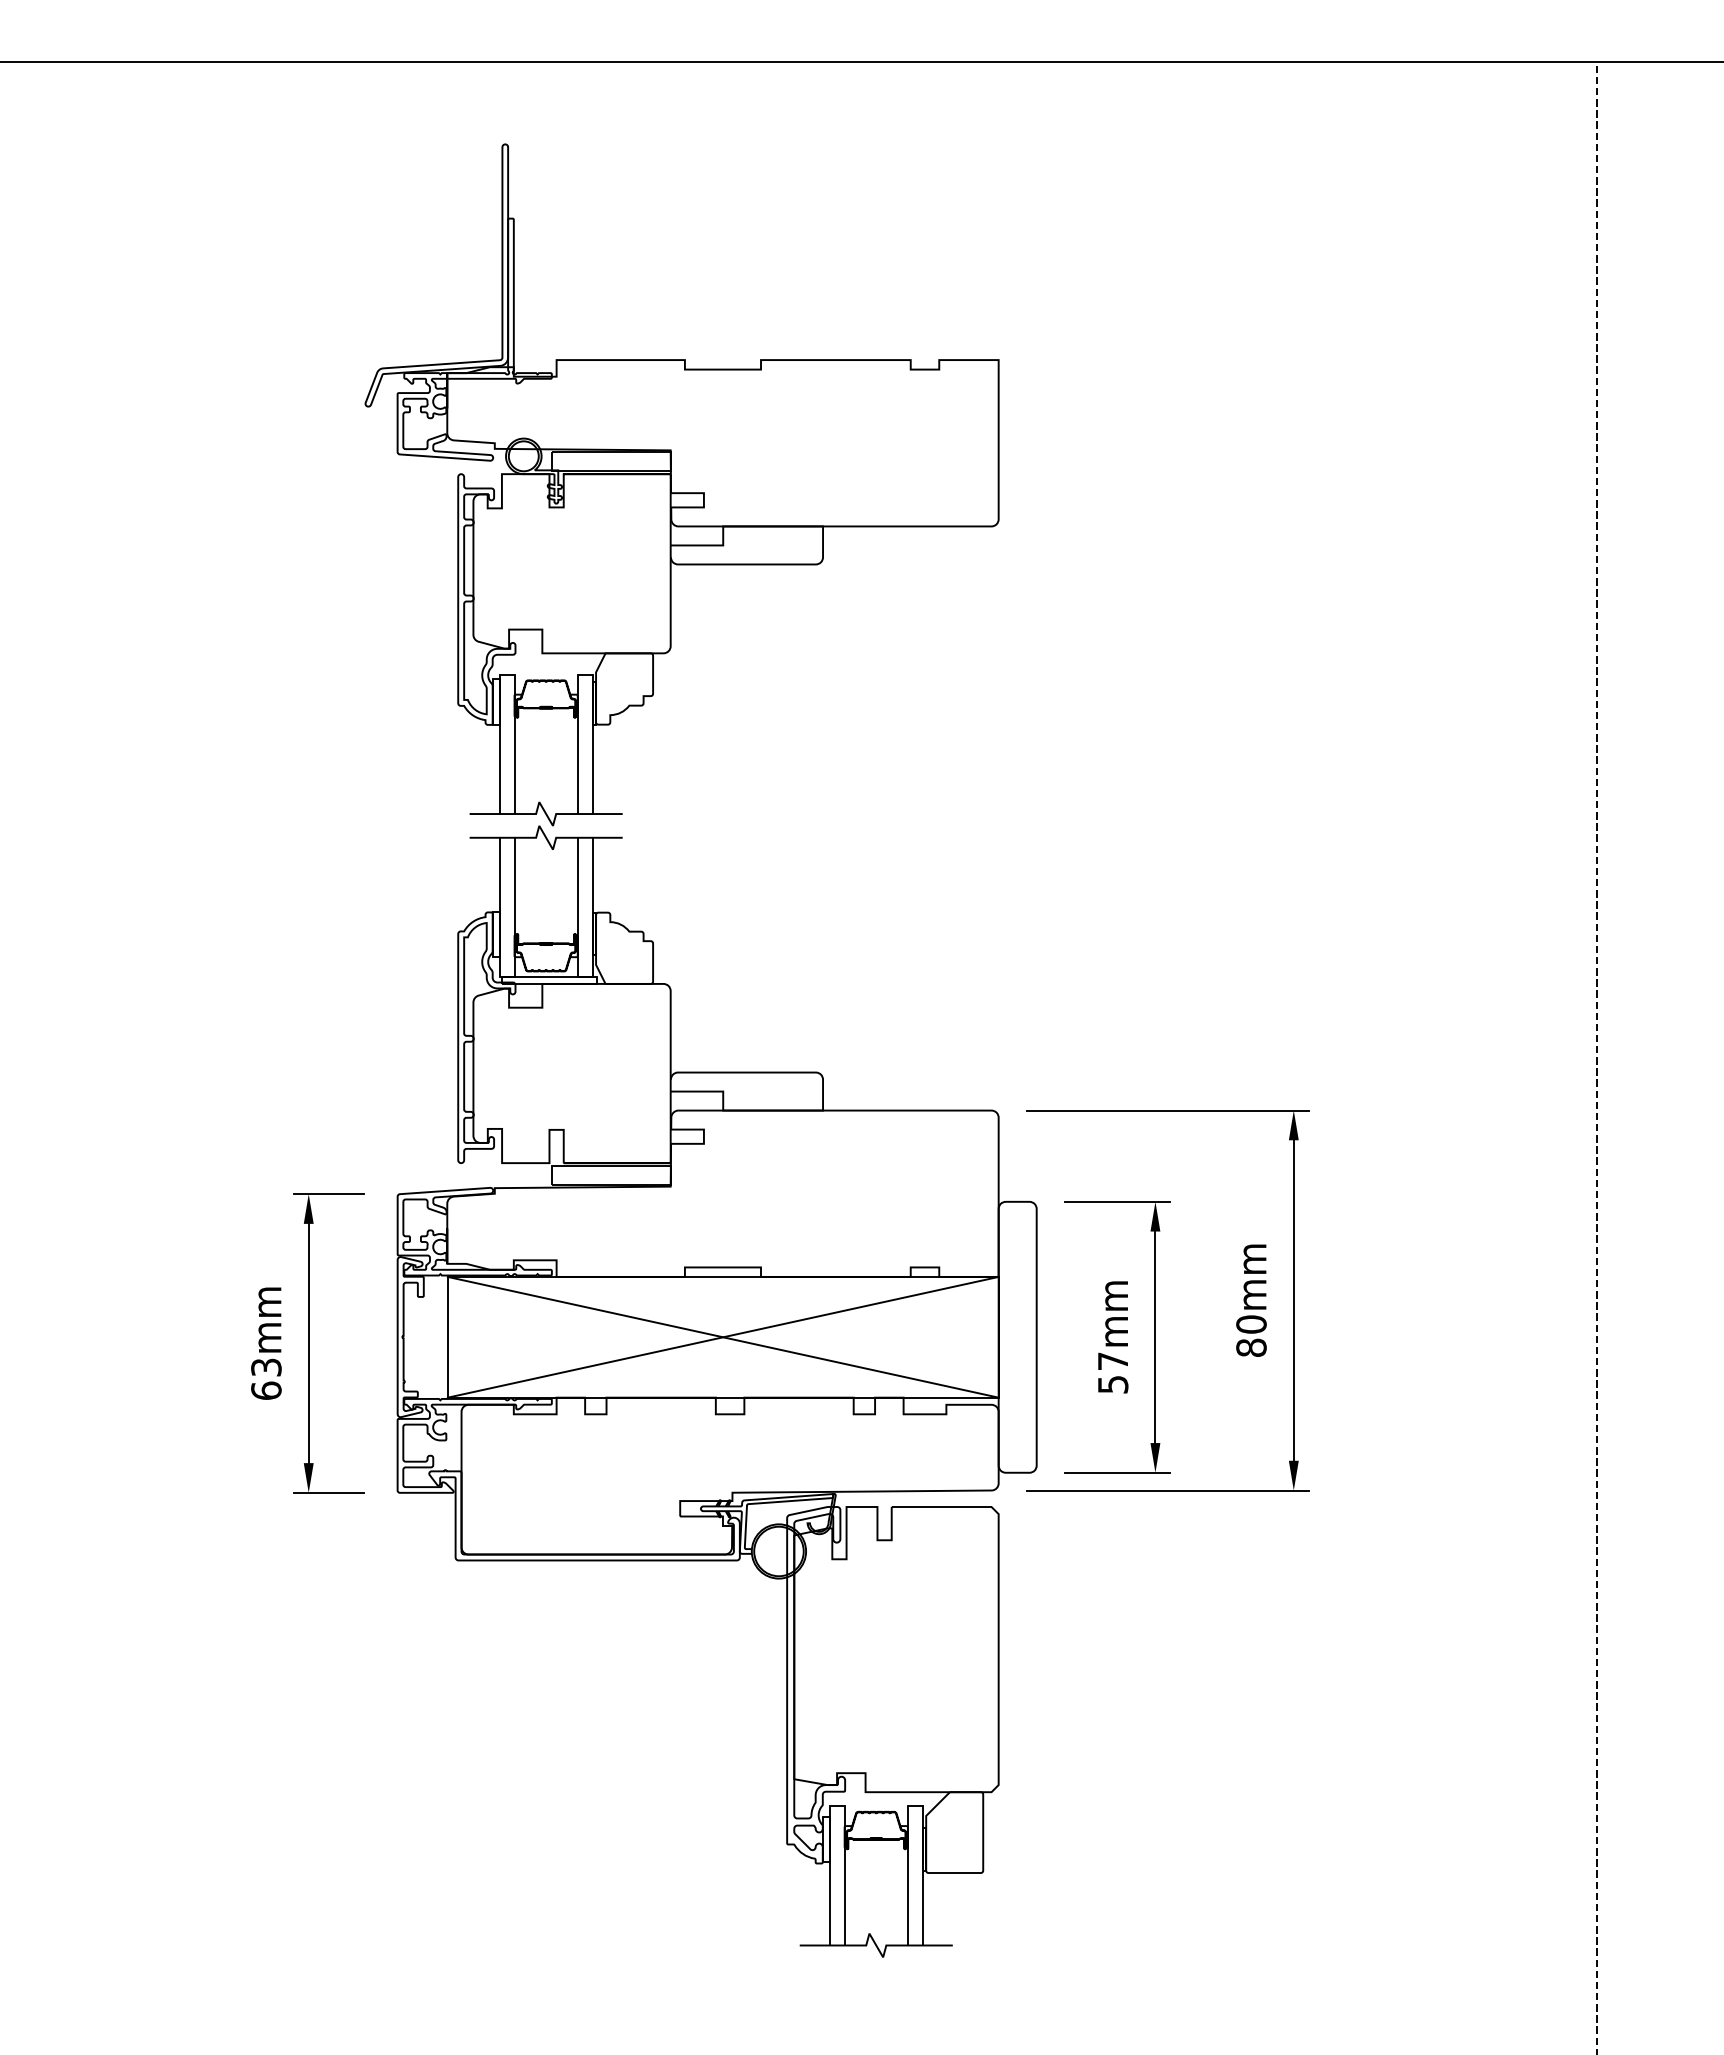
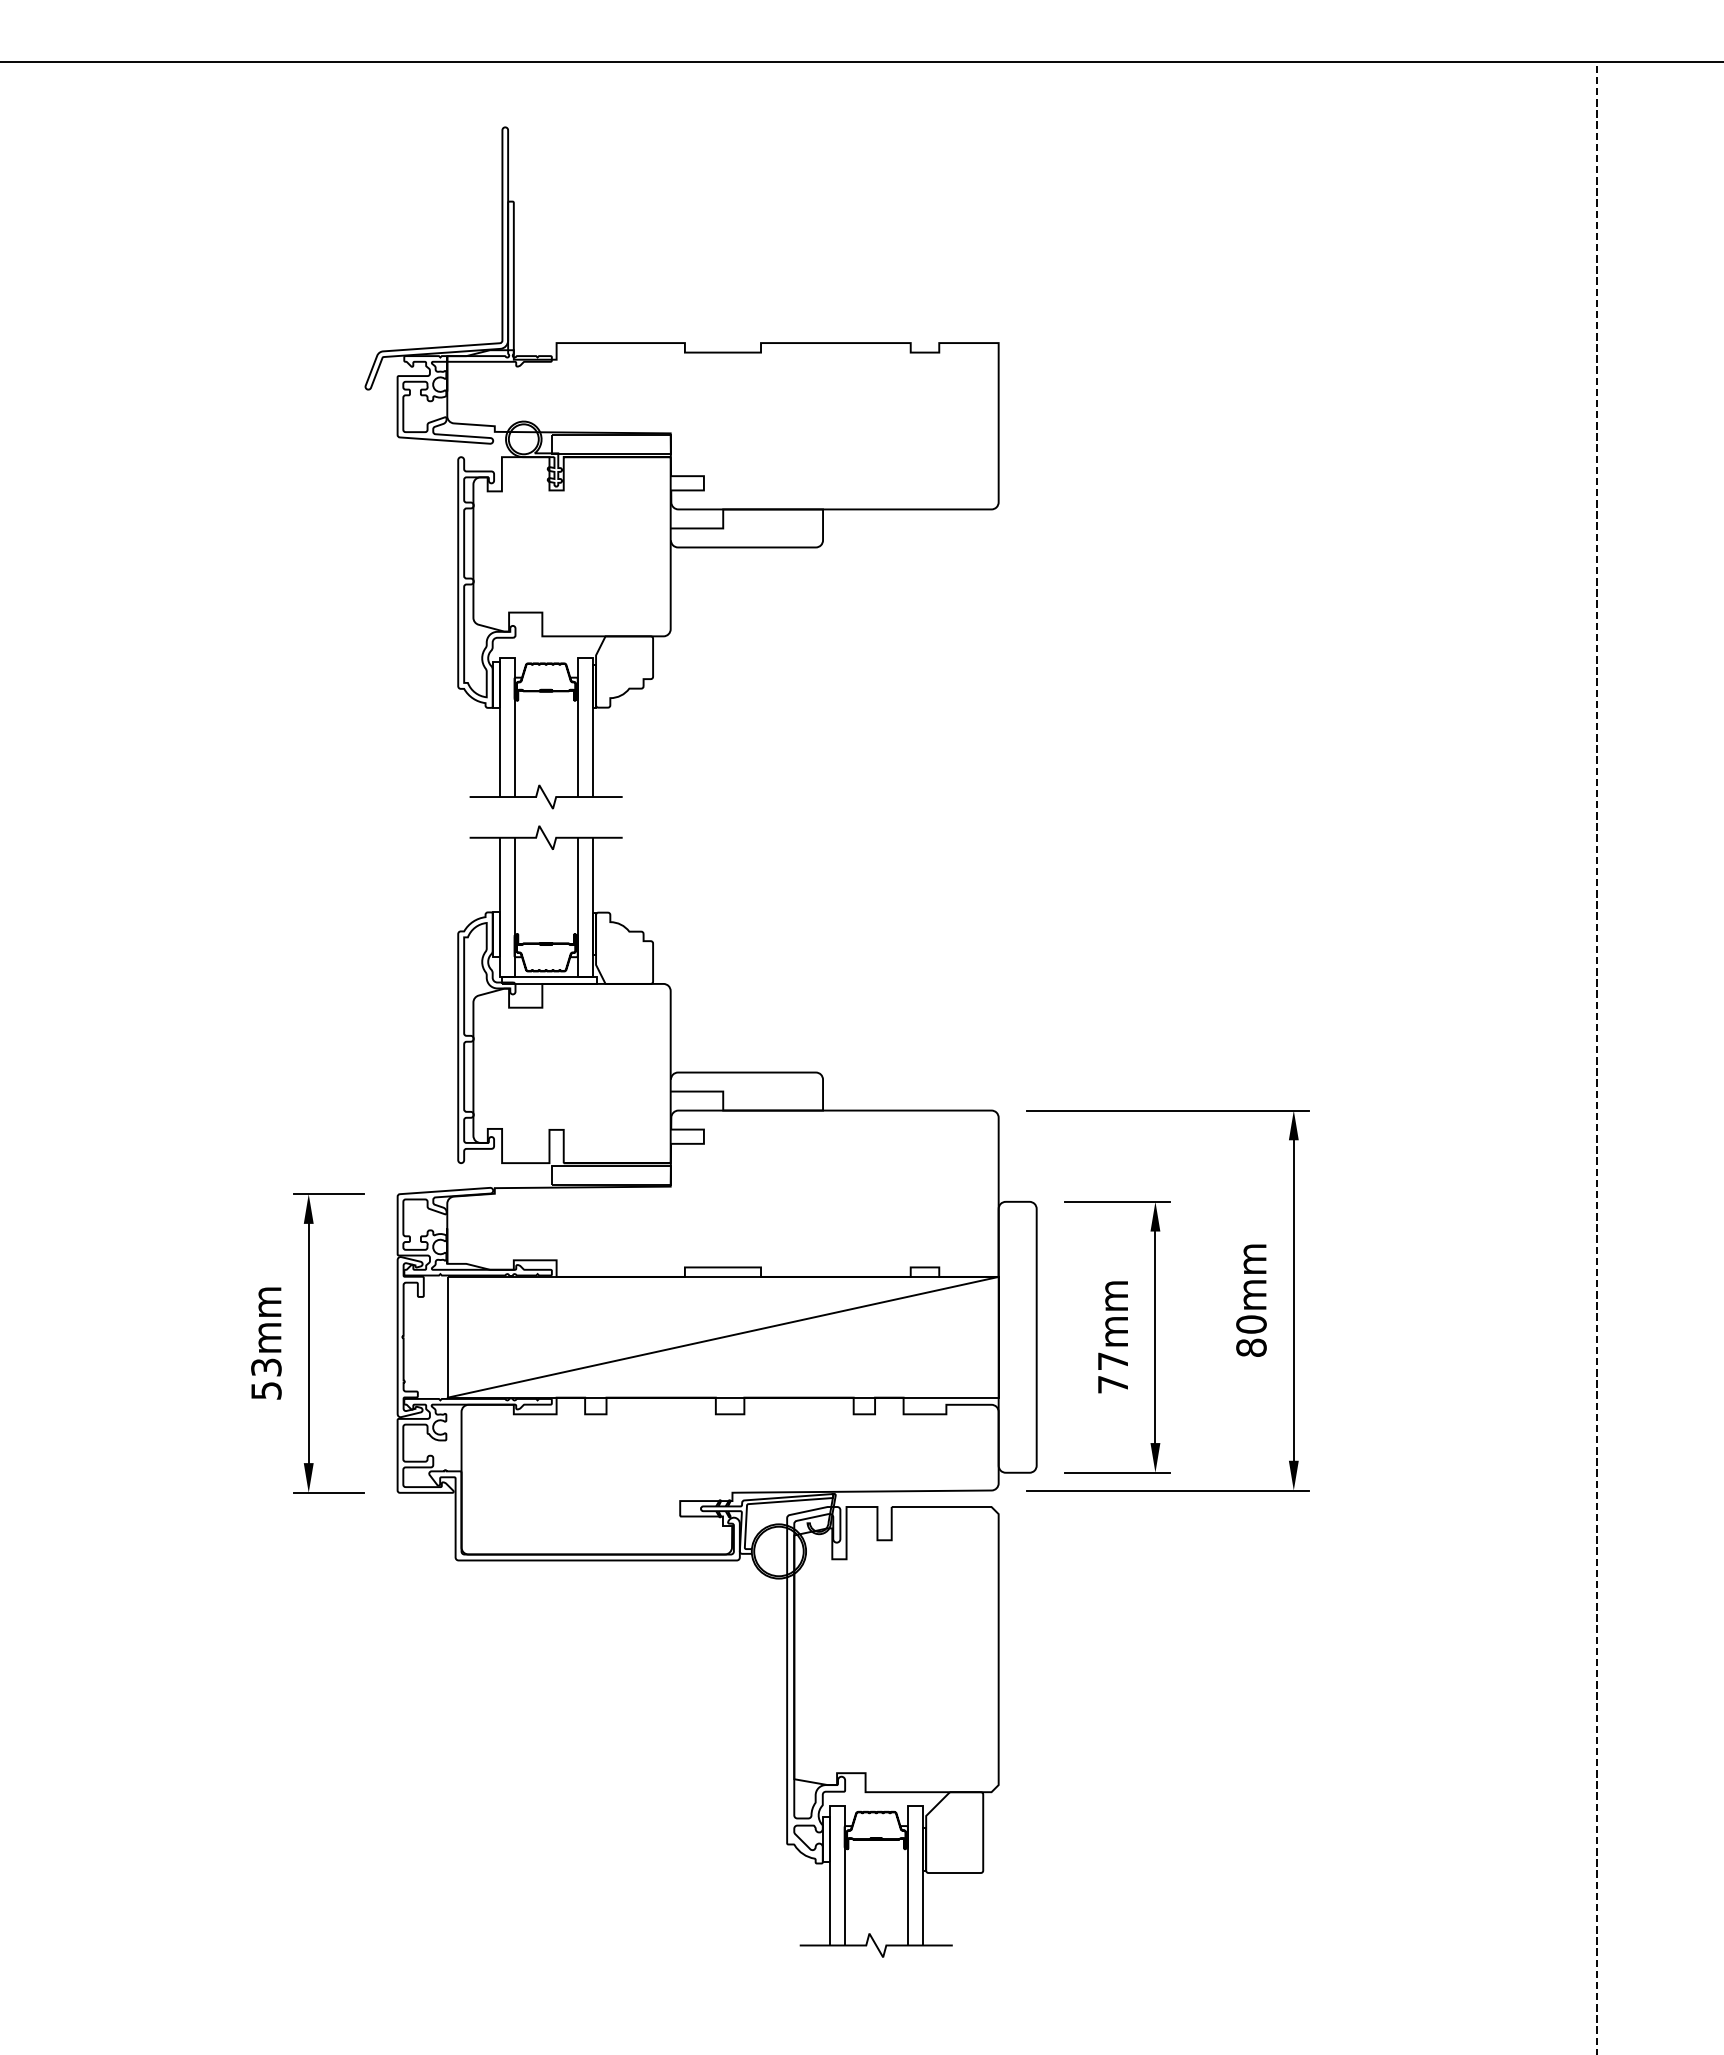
part at (681, 484) position: (681, 484) -> (681, 467)
line at (722, 1336): present -> none
text at (1113, 1384): 57mm -> 77mm
text at (266, 1390): 63mm -> 53mm
